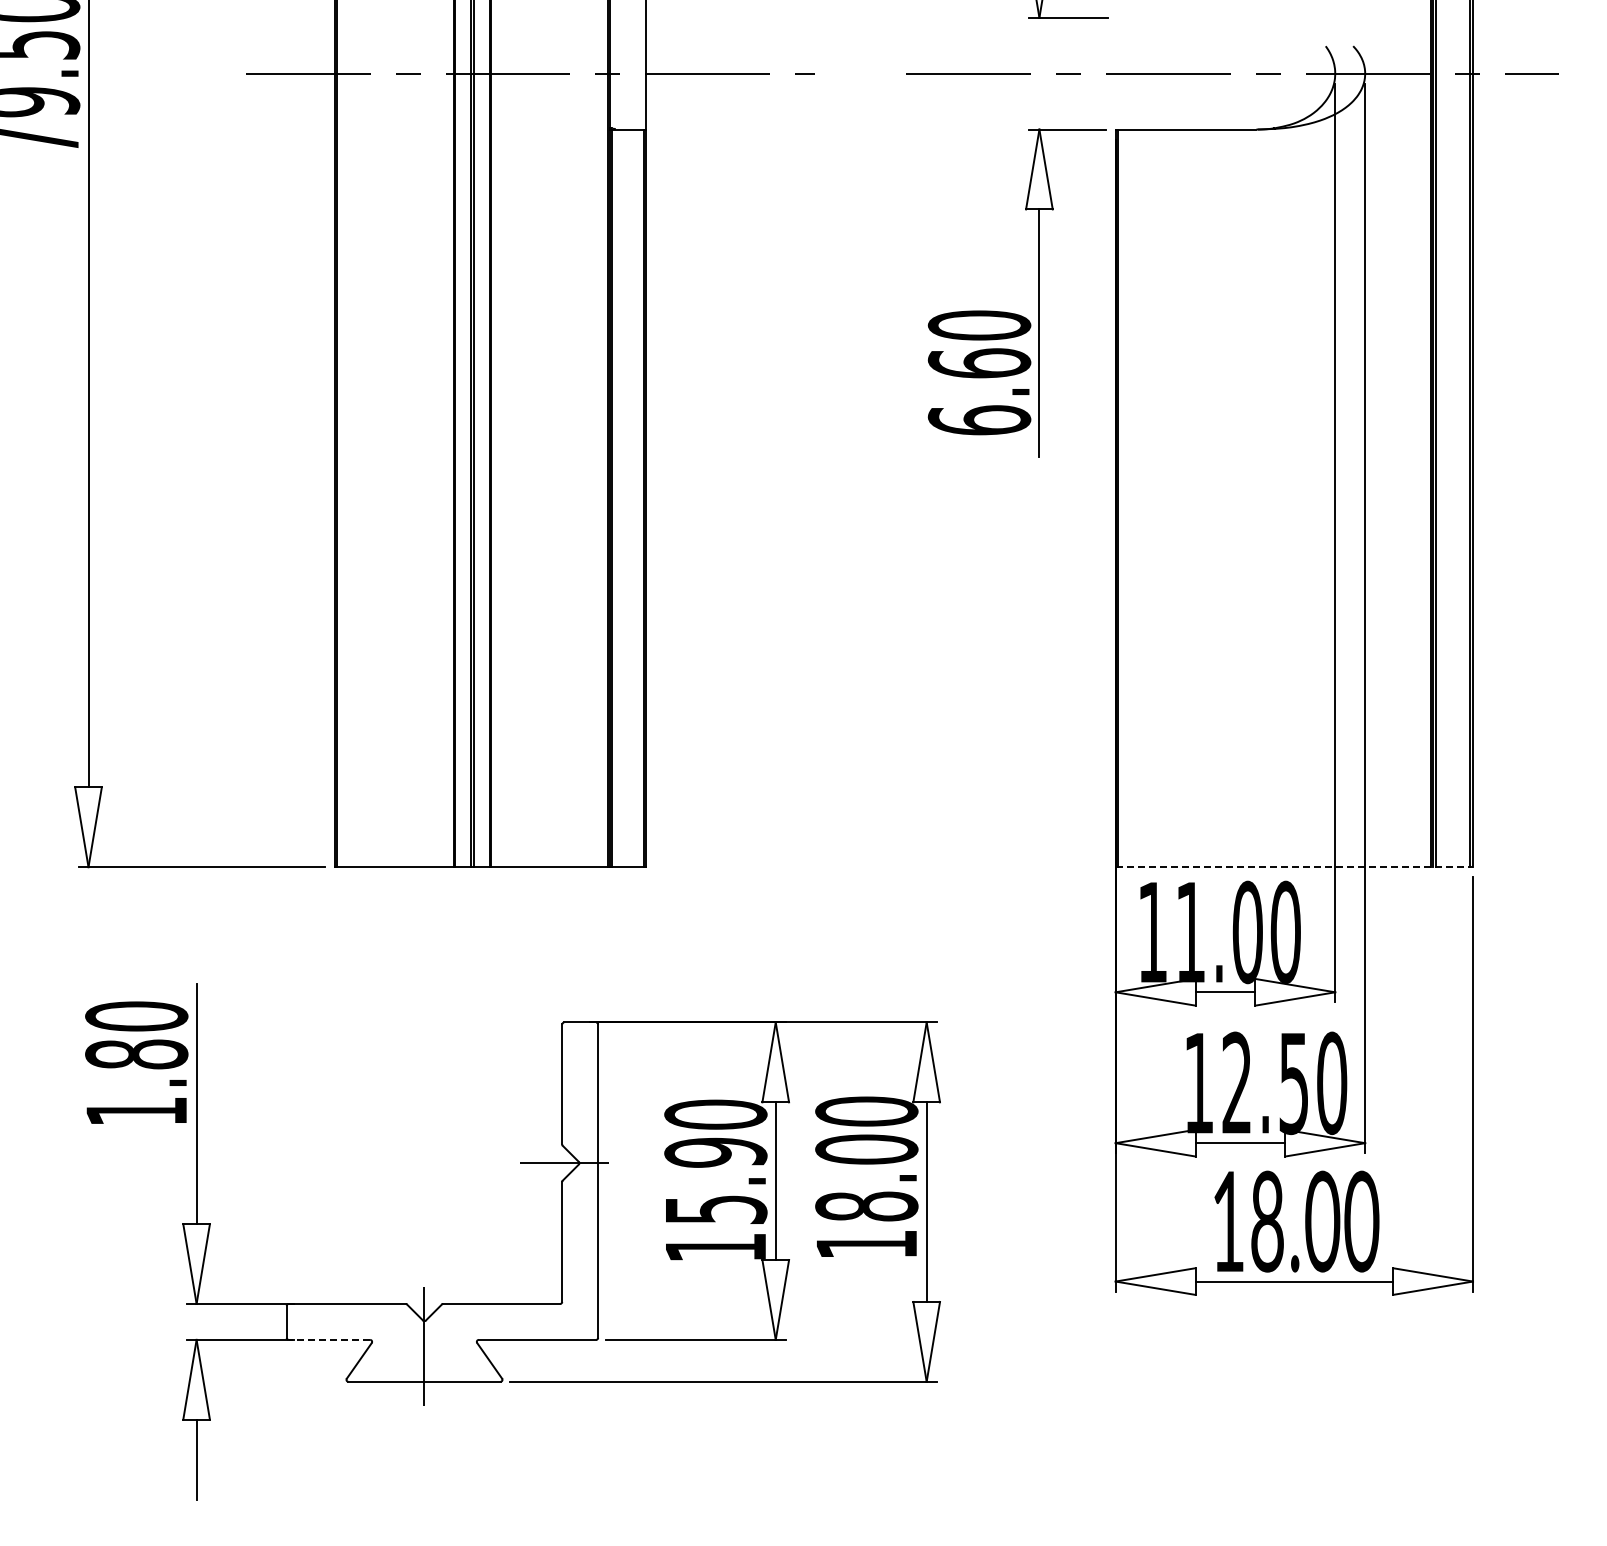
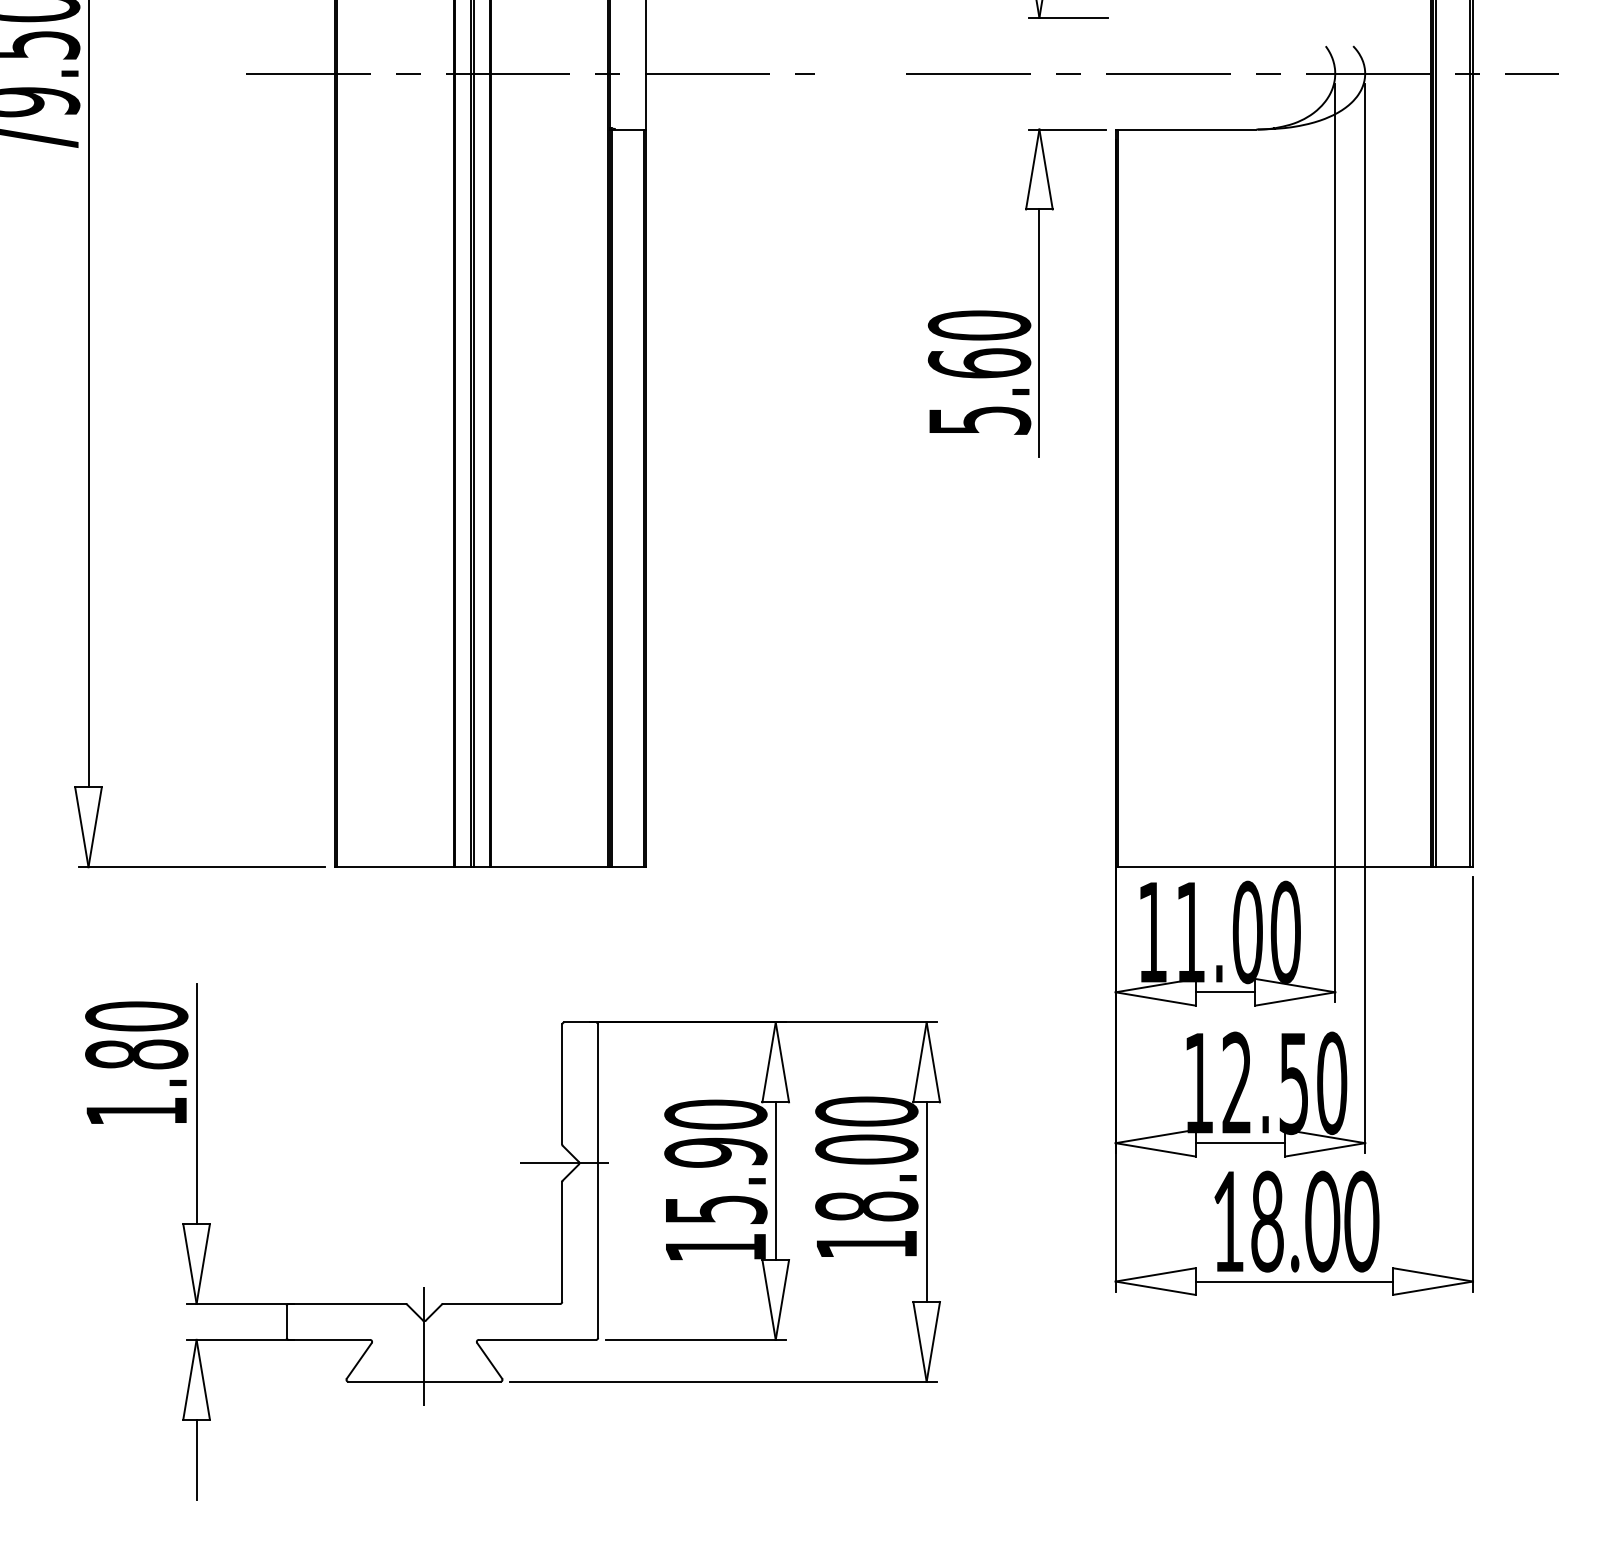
text at (979, 420): 6.60 -> 5.60
line at (1294, 867): dashed -> solid
line at (329, 1339): dashed -> solid
